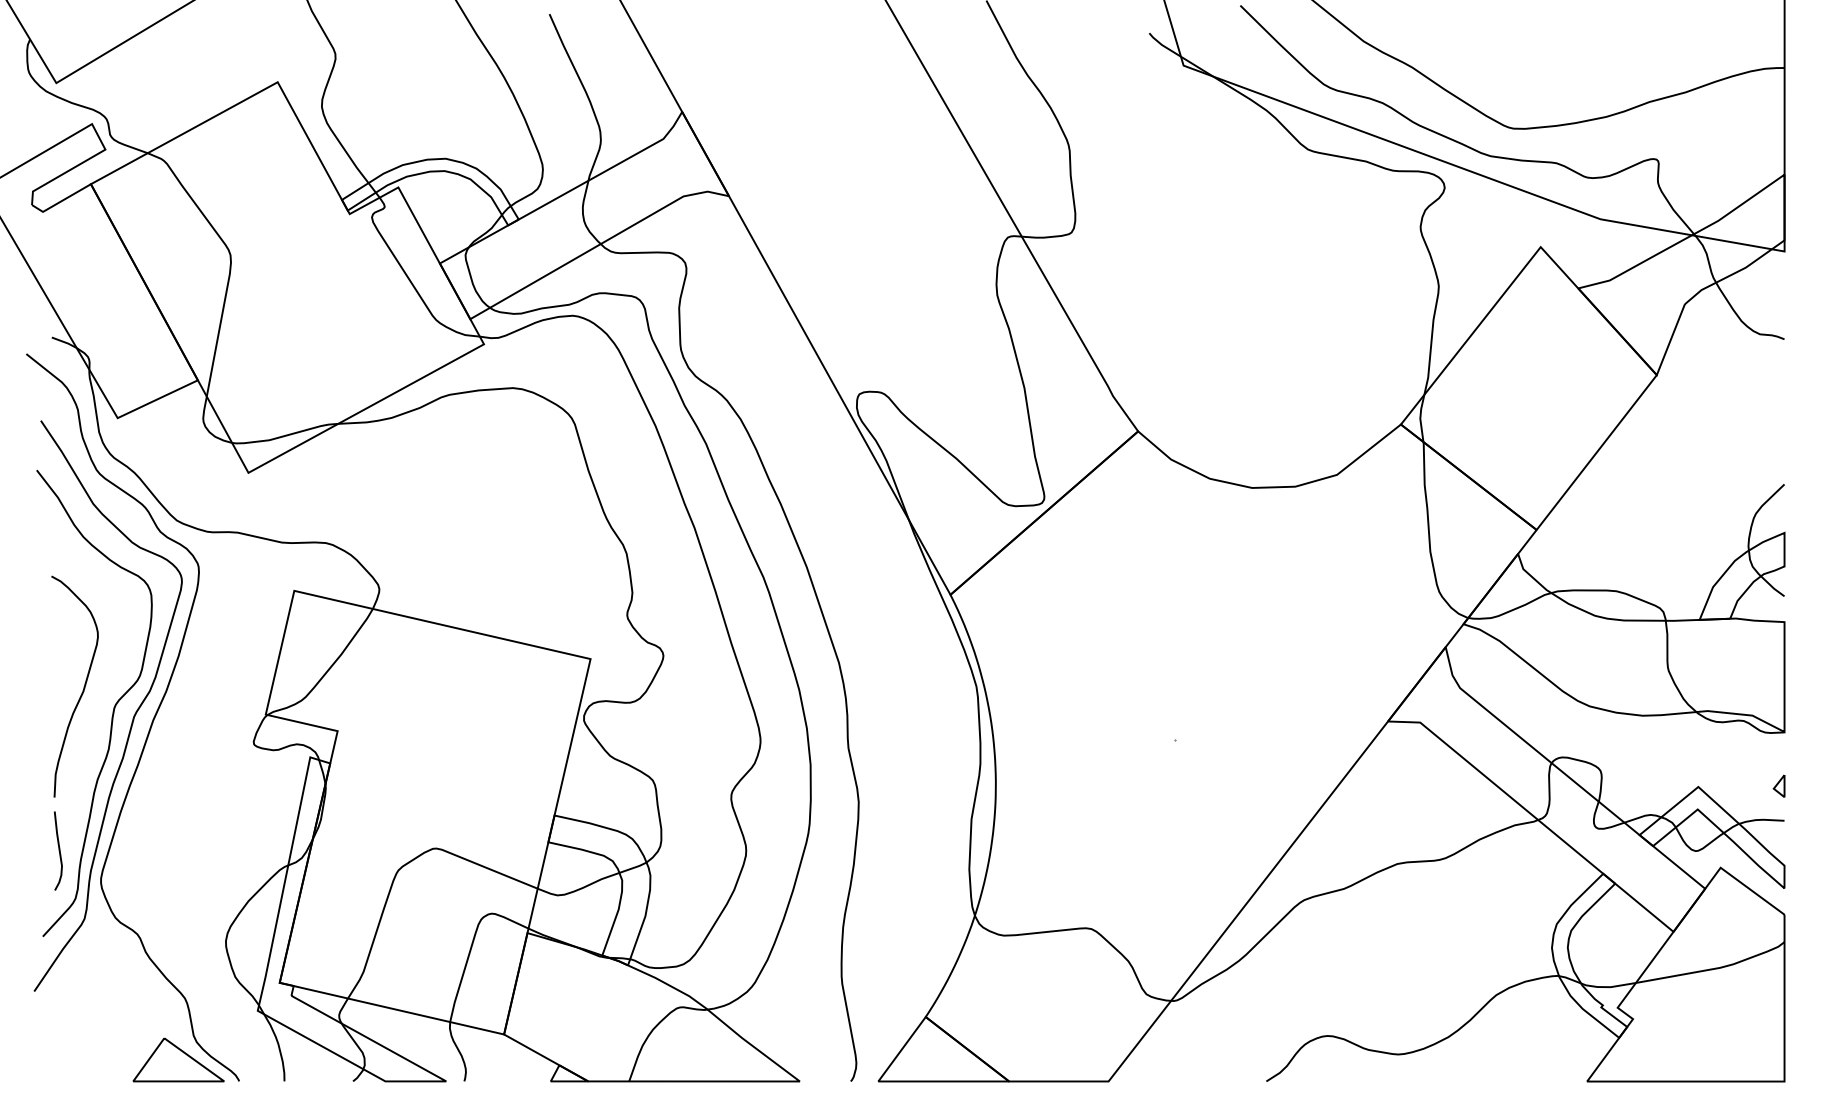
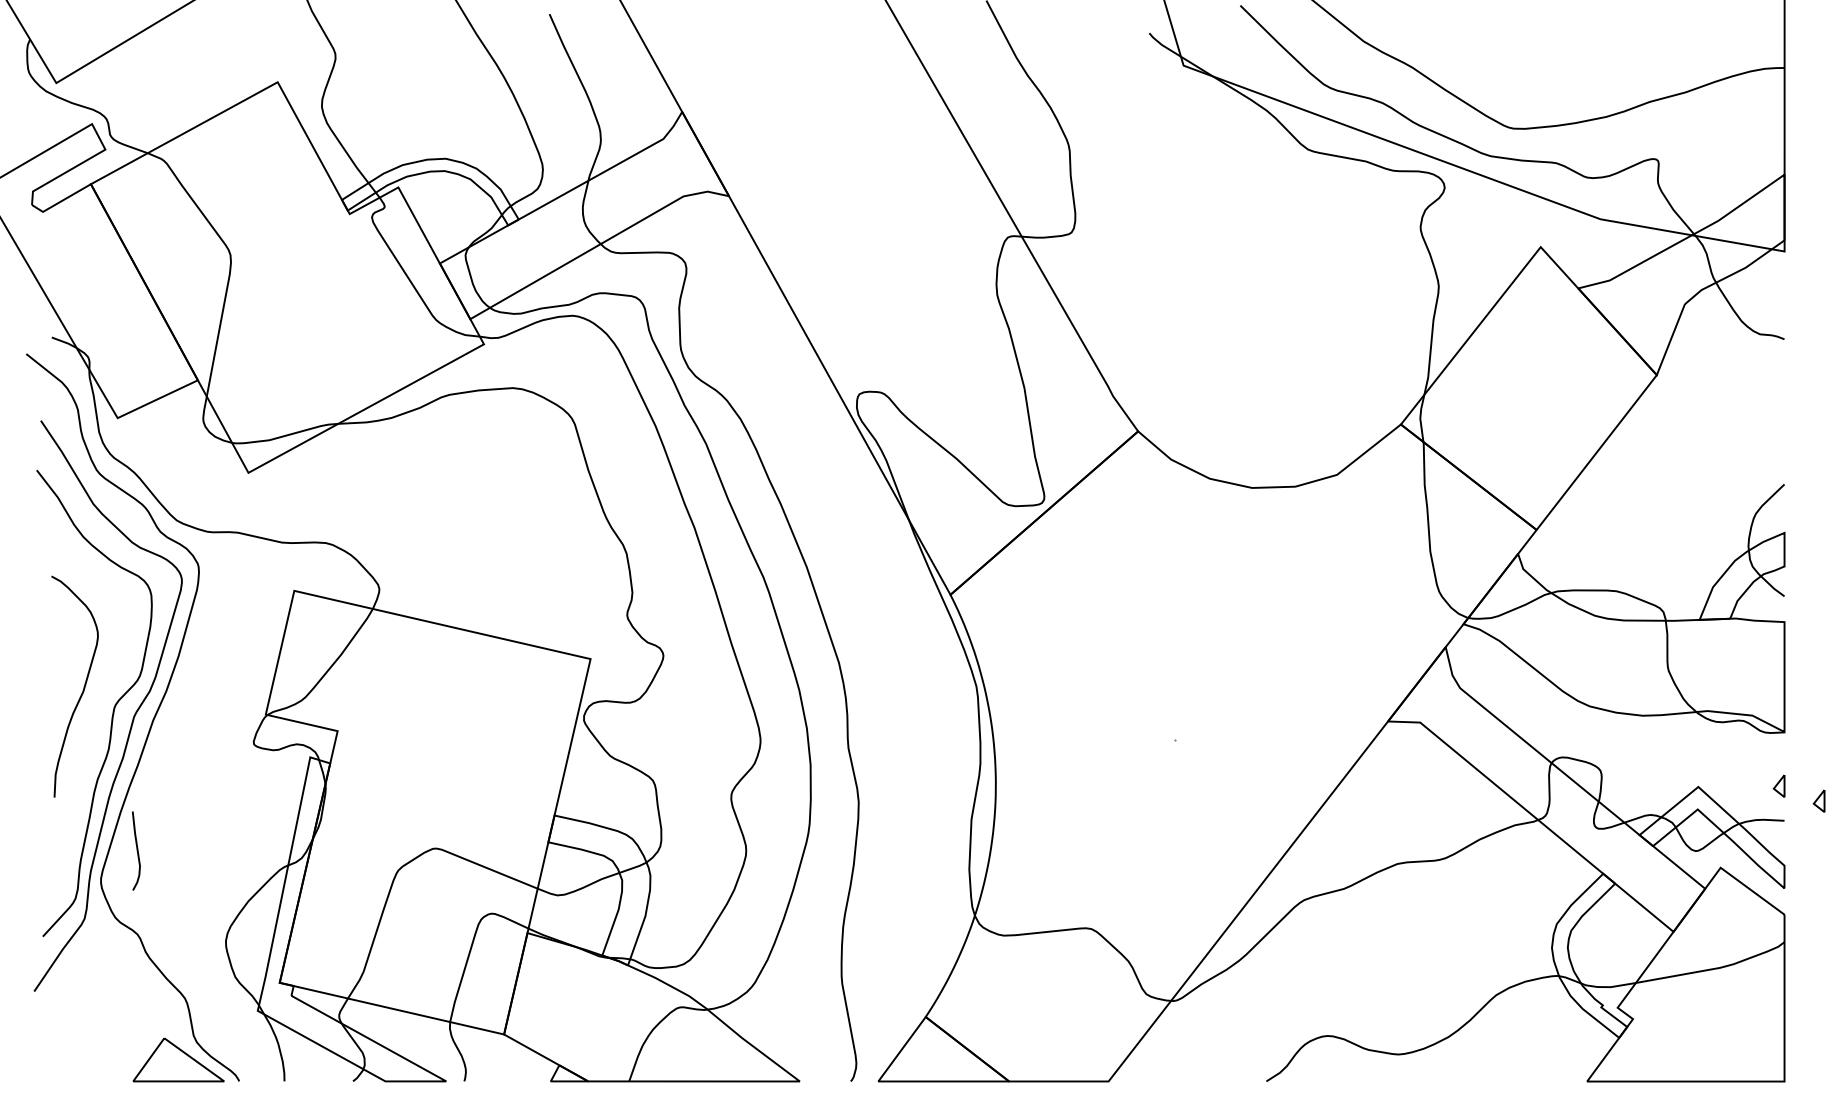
part at (1818, 800): none -> present
curve at (58, 850) position: (58, 850) -> (136, 850)
